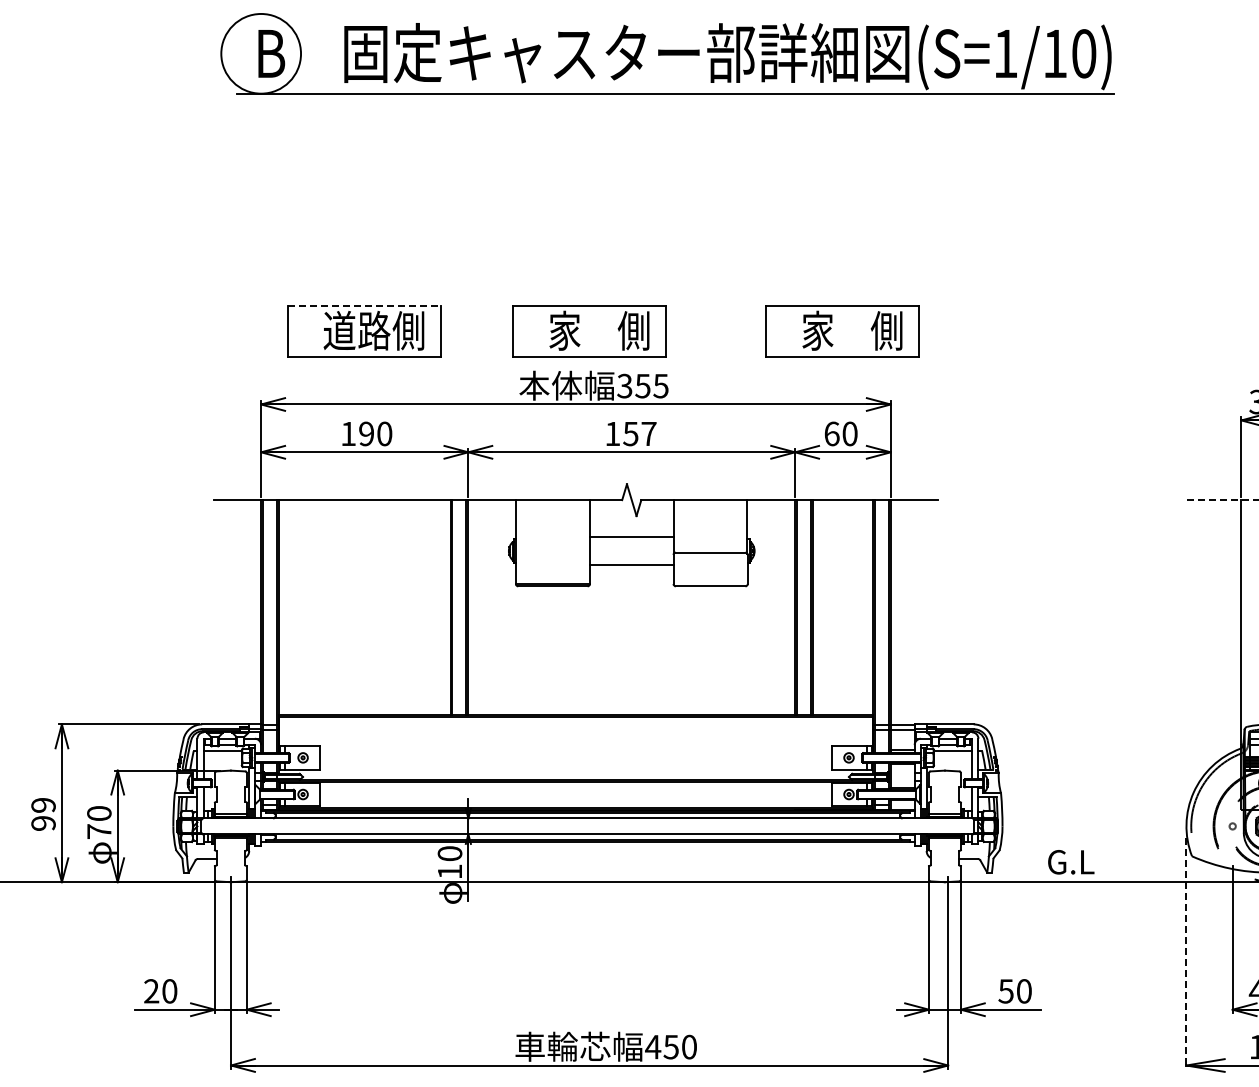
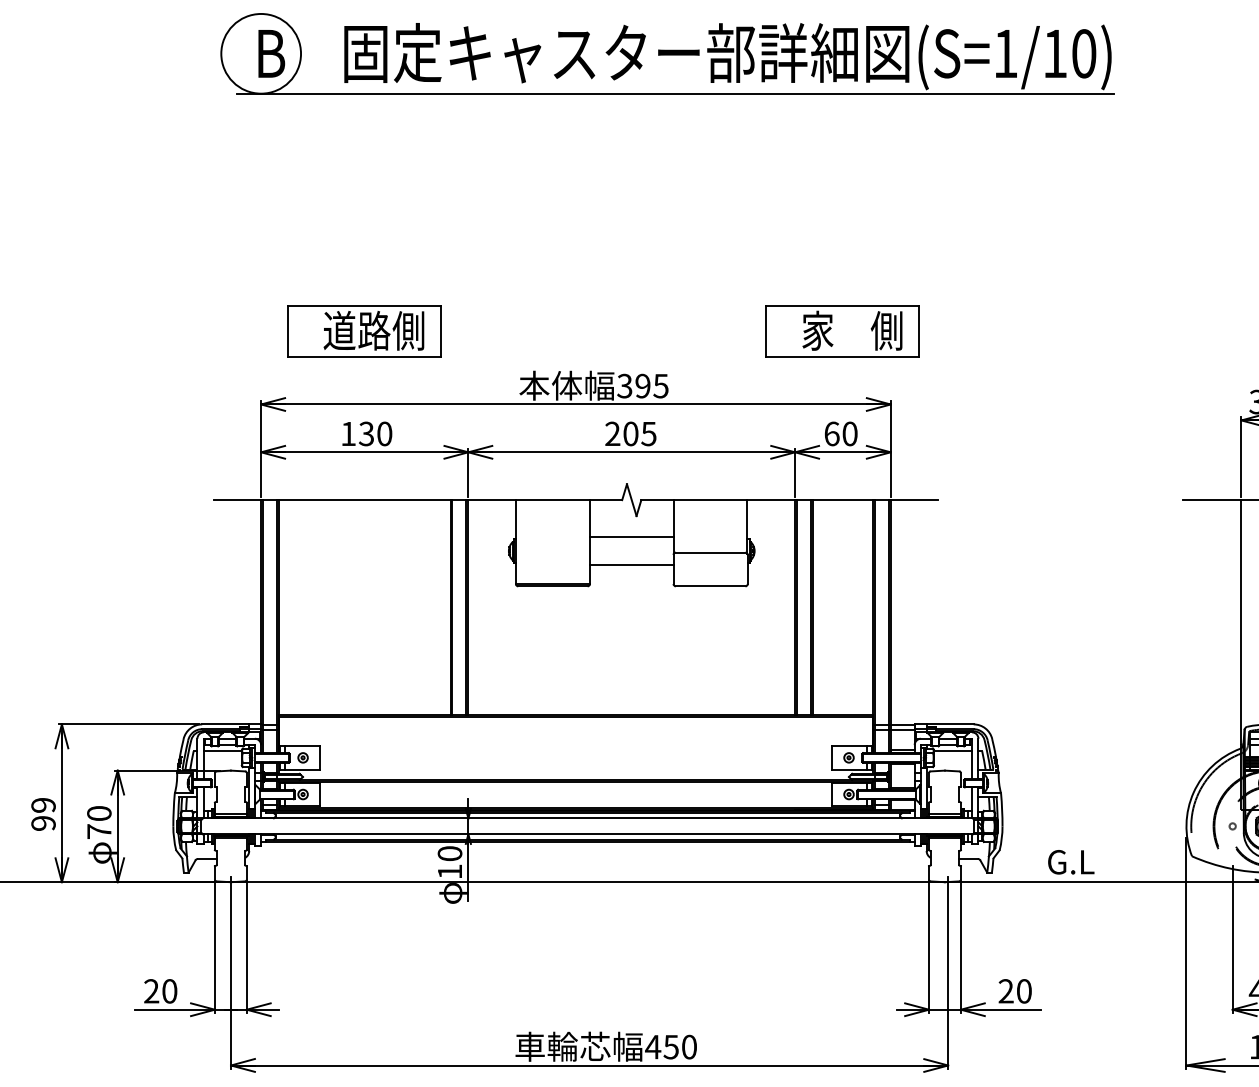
line at (364, 305): dashed -> solid
part at (589, 331): present -> none
text at (642, 385): 355 -> 395
text at (630, 433): 157 -> 205
text at (366, 434): 190 -> 130
line at (1220, 500): dashed -> solid
line at (1186, 953): dashed -> solid
text at (1005, 991): 50 -> 20
